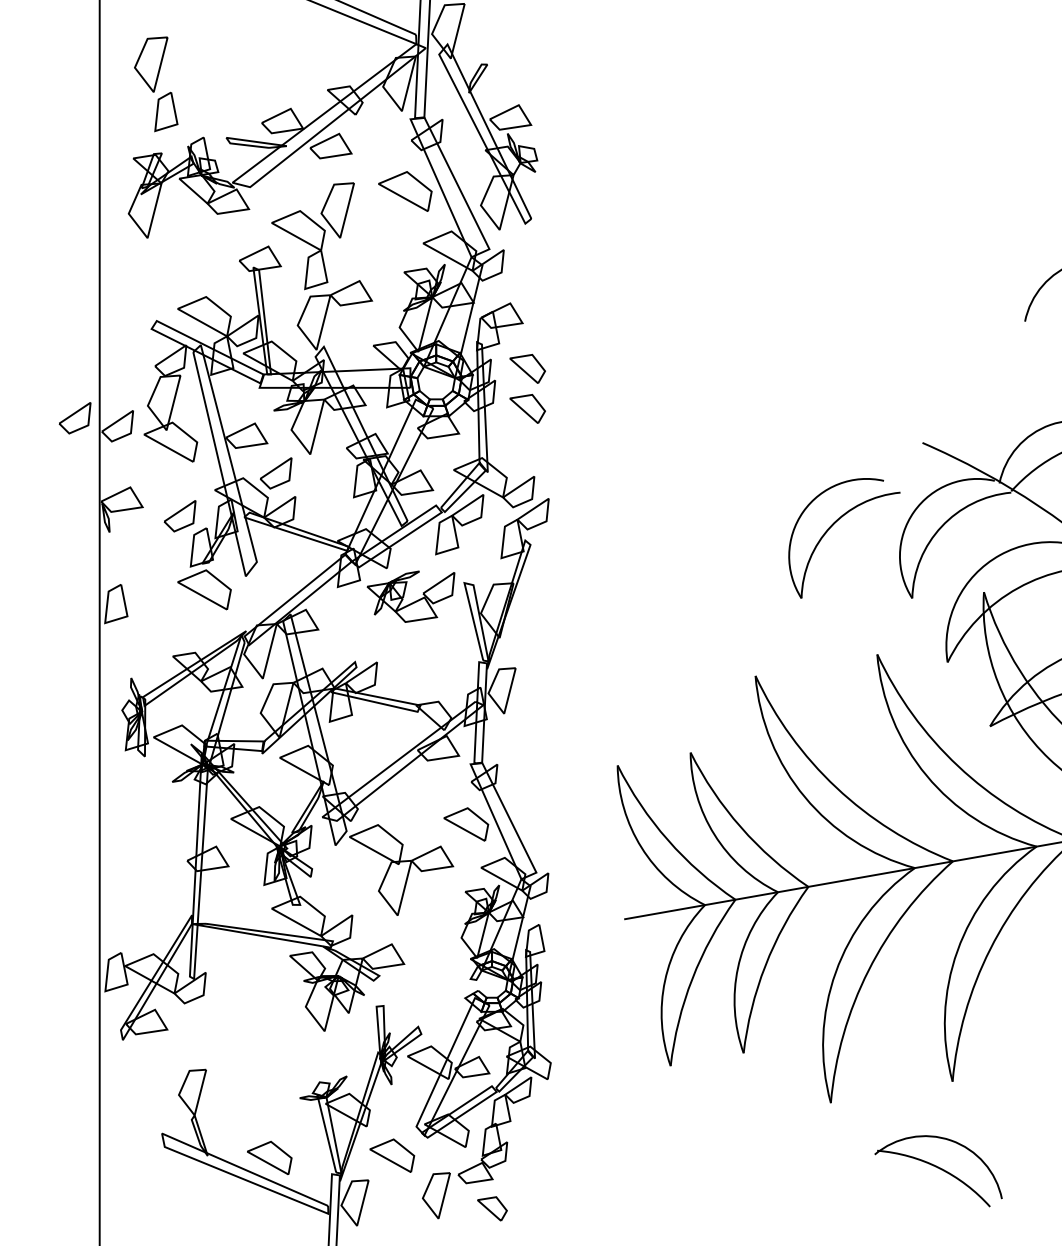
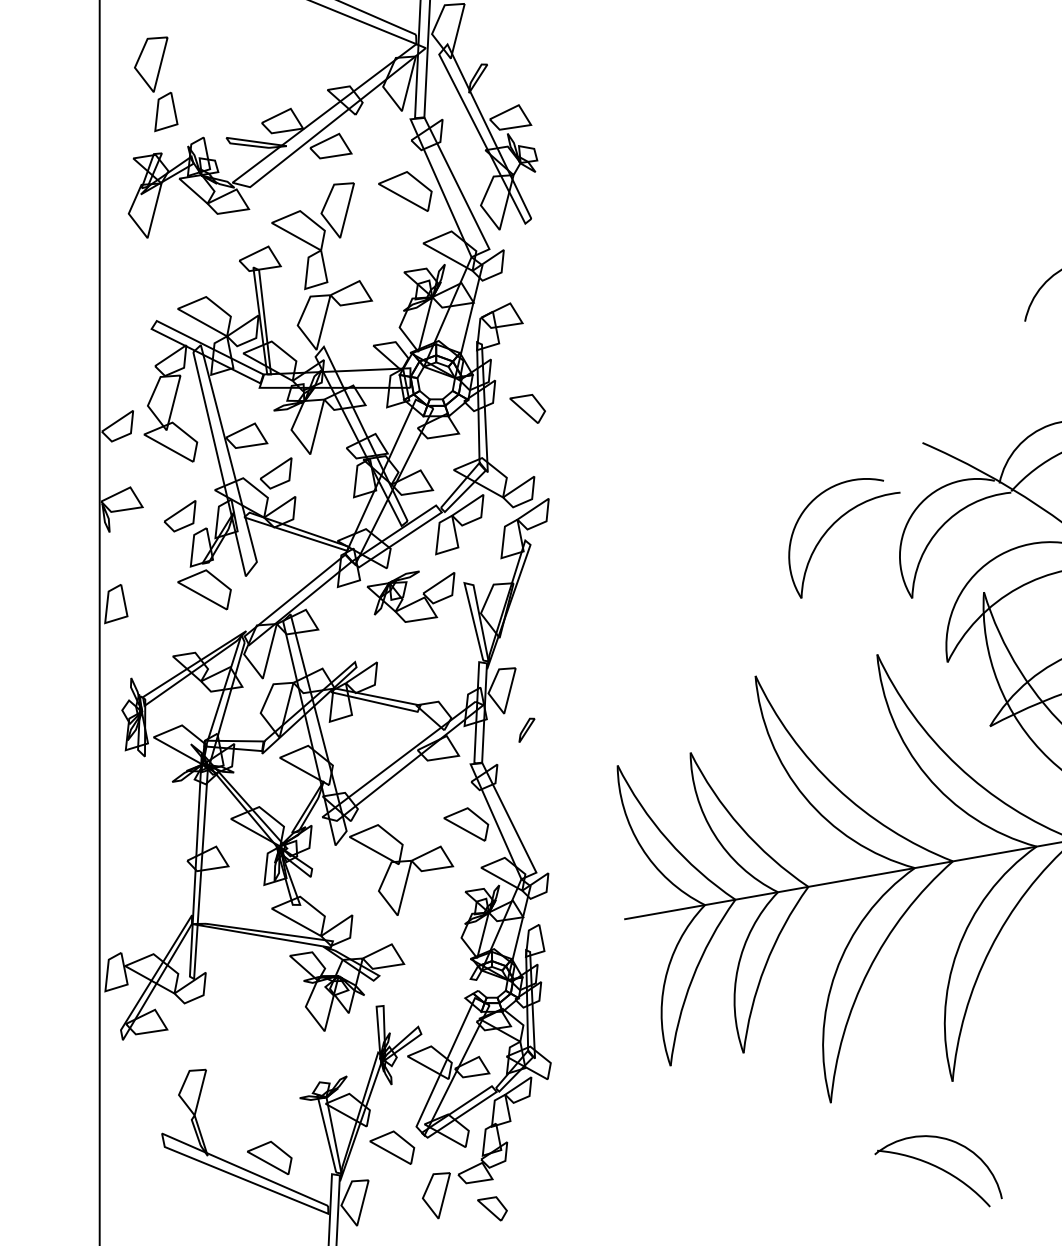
part at (527, 368): present -> none
part at (74, 418): present -> none
part at (526, 729): none -> present
part at (392, 1155) position: (392, 1155) -> (392, 1147)
